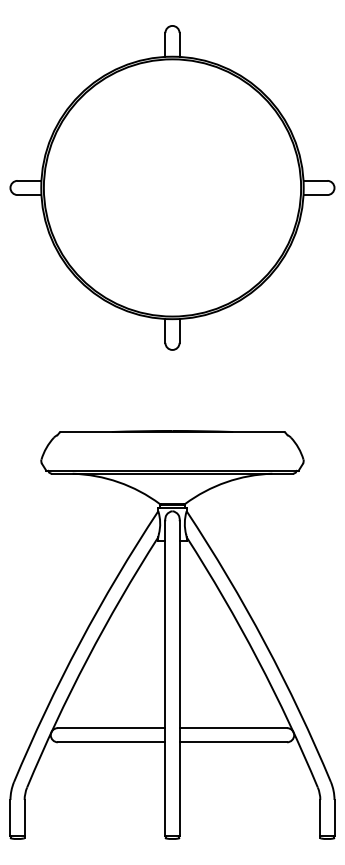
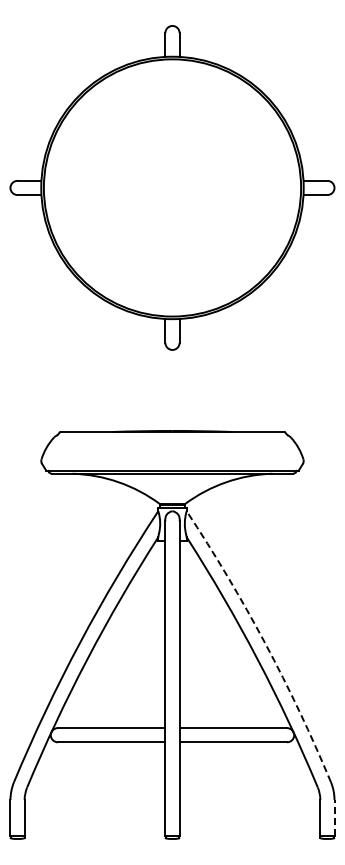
arc at (265, 643): solid -> dashed
line at (334, 817): solid -> dashed
